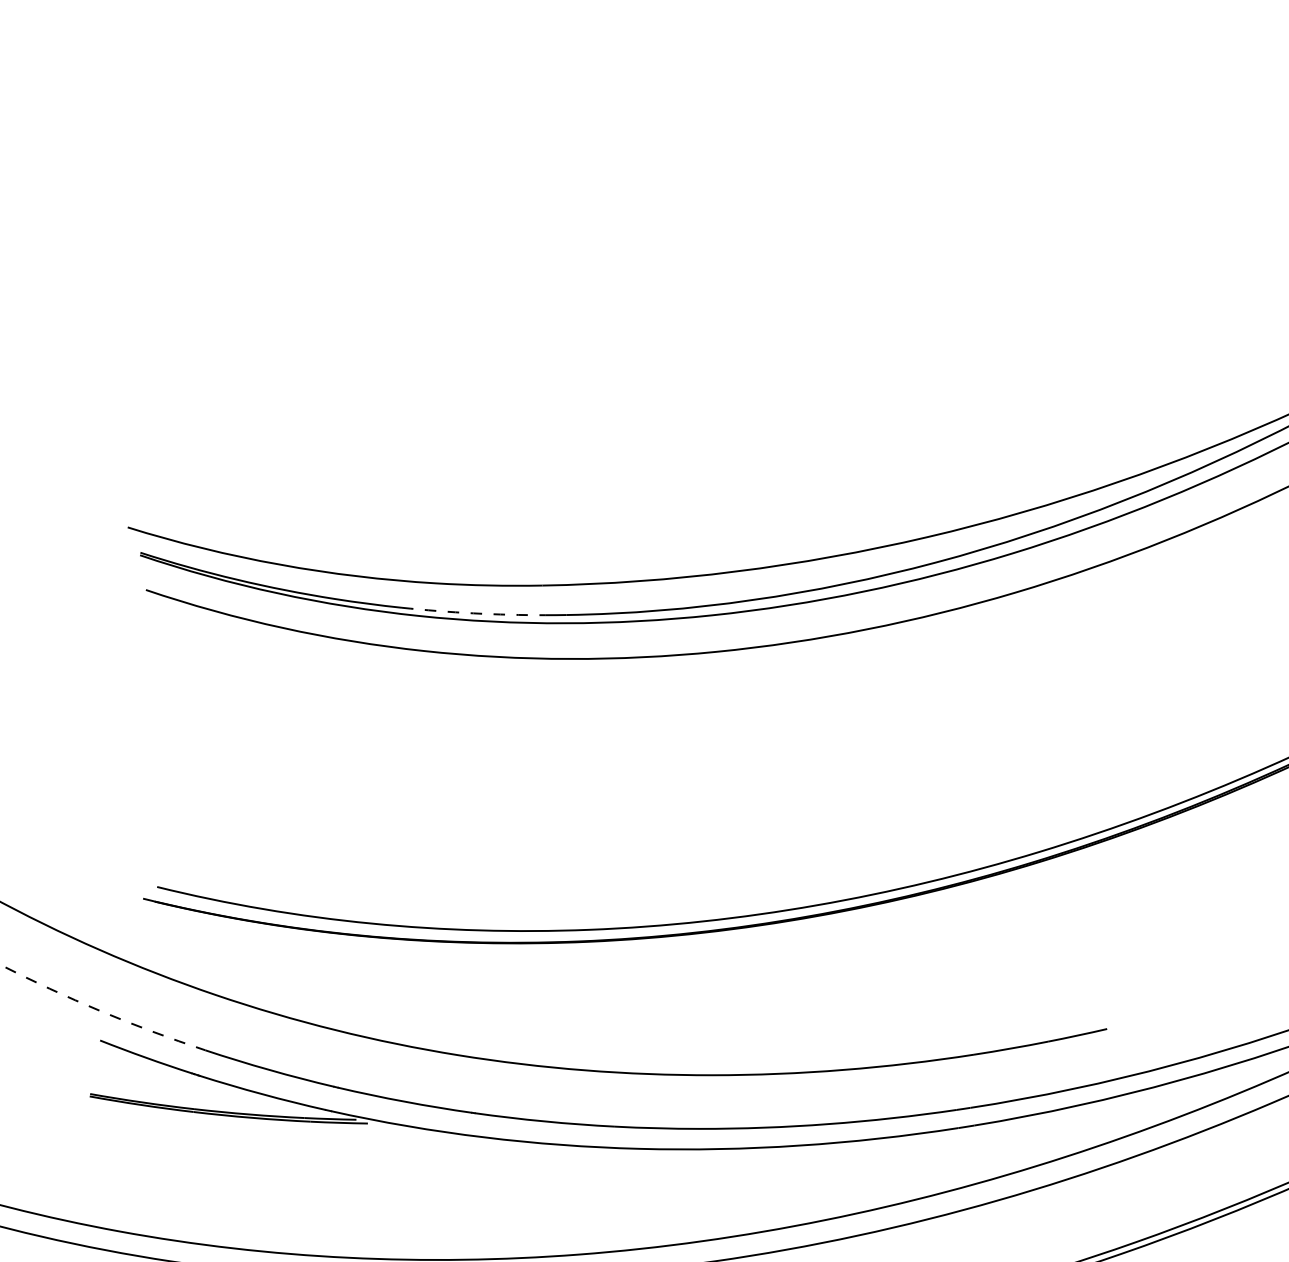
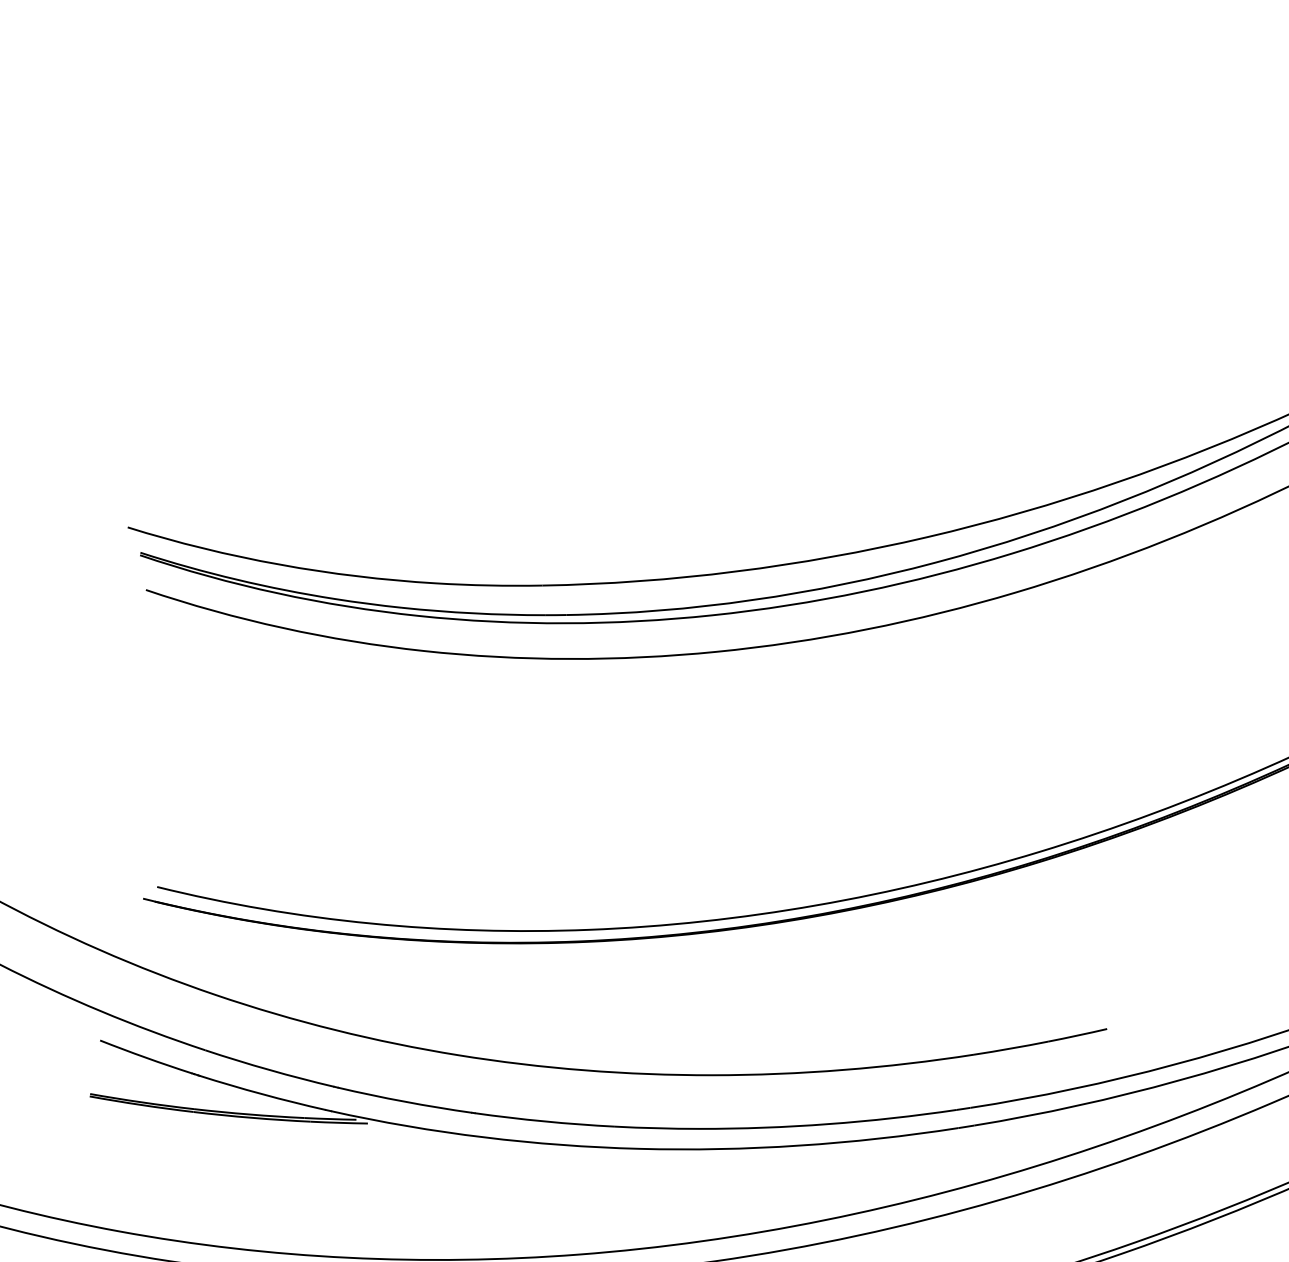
arc at (473, 613): dashed -> solid
arc at (100, 1011): dashed -> solid
